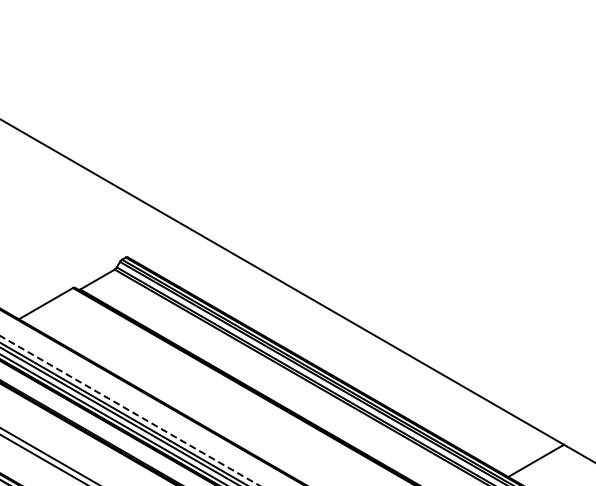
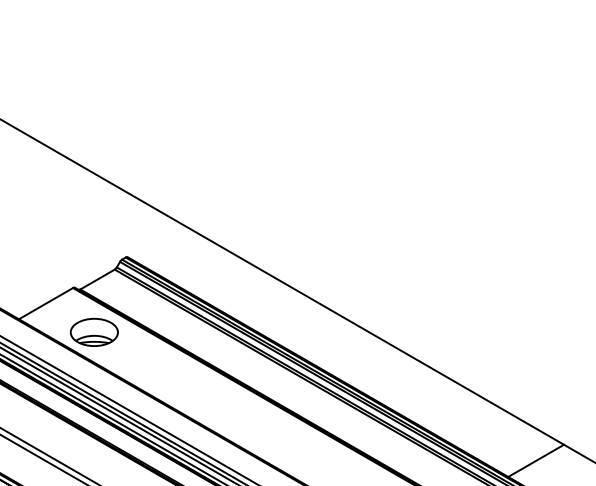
part at (93, 331): none -> present
line at (129, 410): dashed -> solid
